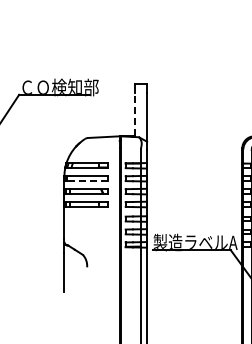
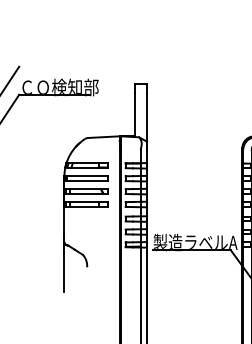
line at (10, 79): none -> present
line at (134, 114): dashed -> solid
line at (88, 181): dashed -> solid
